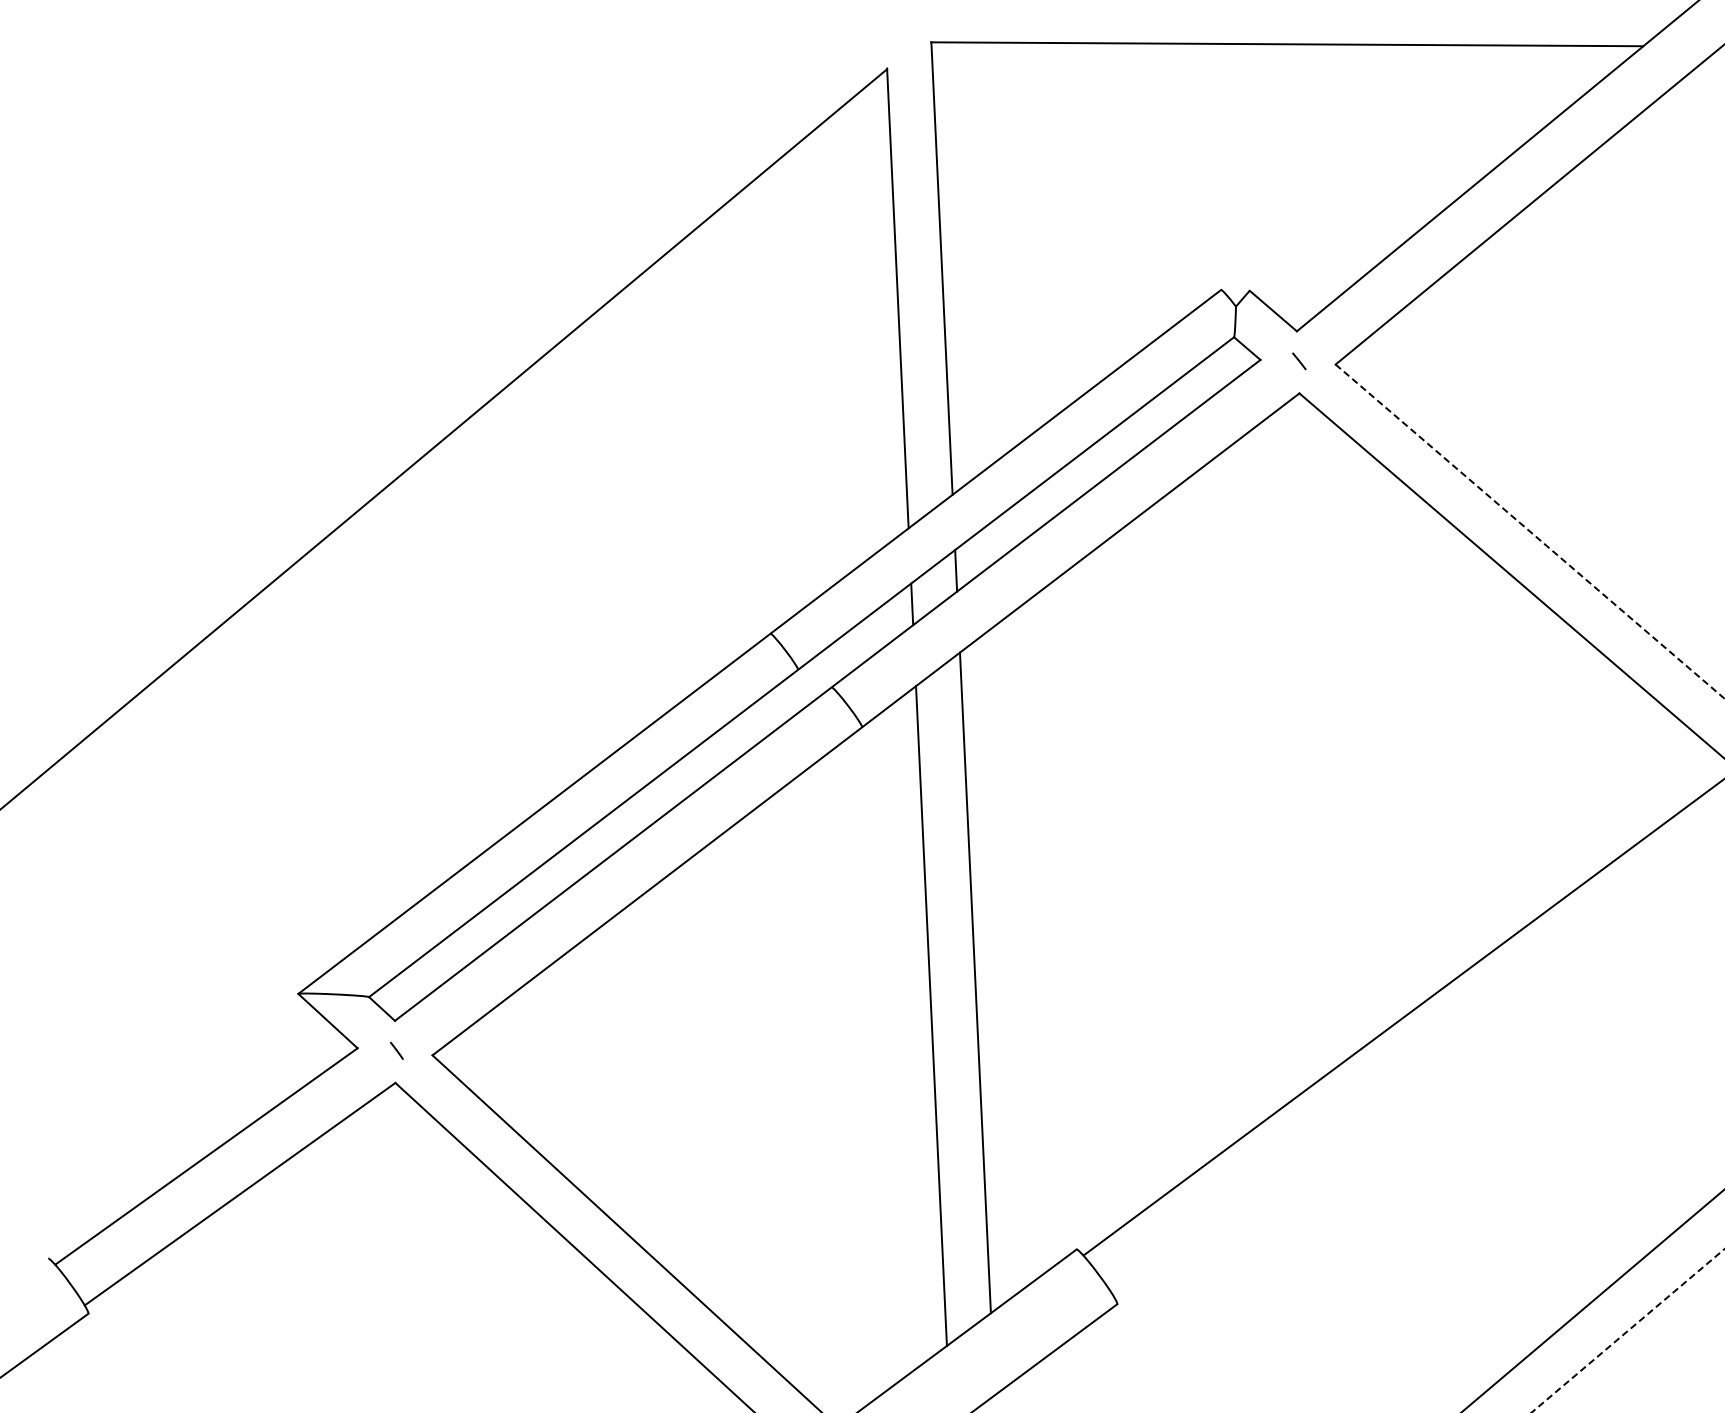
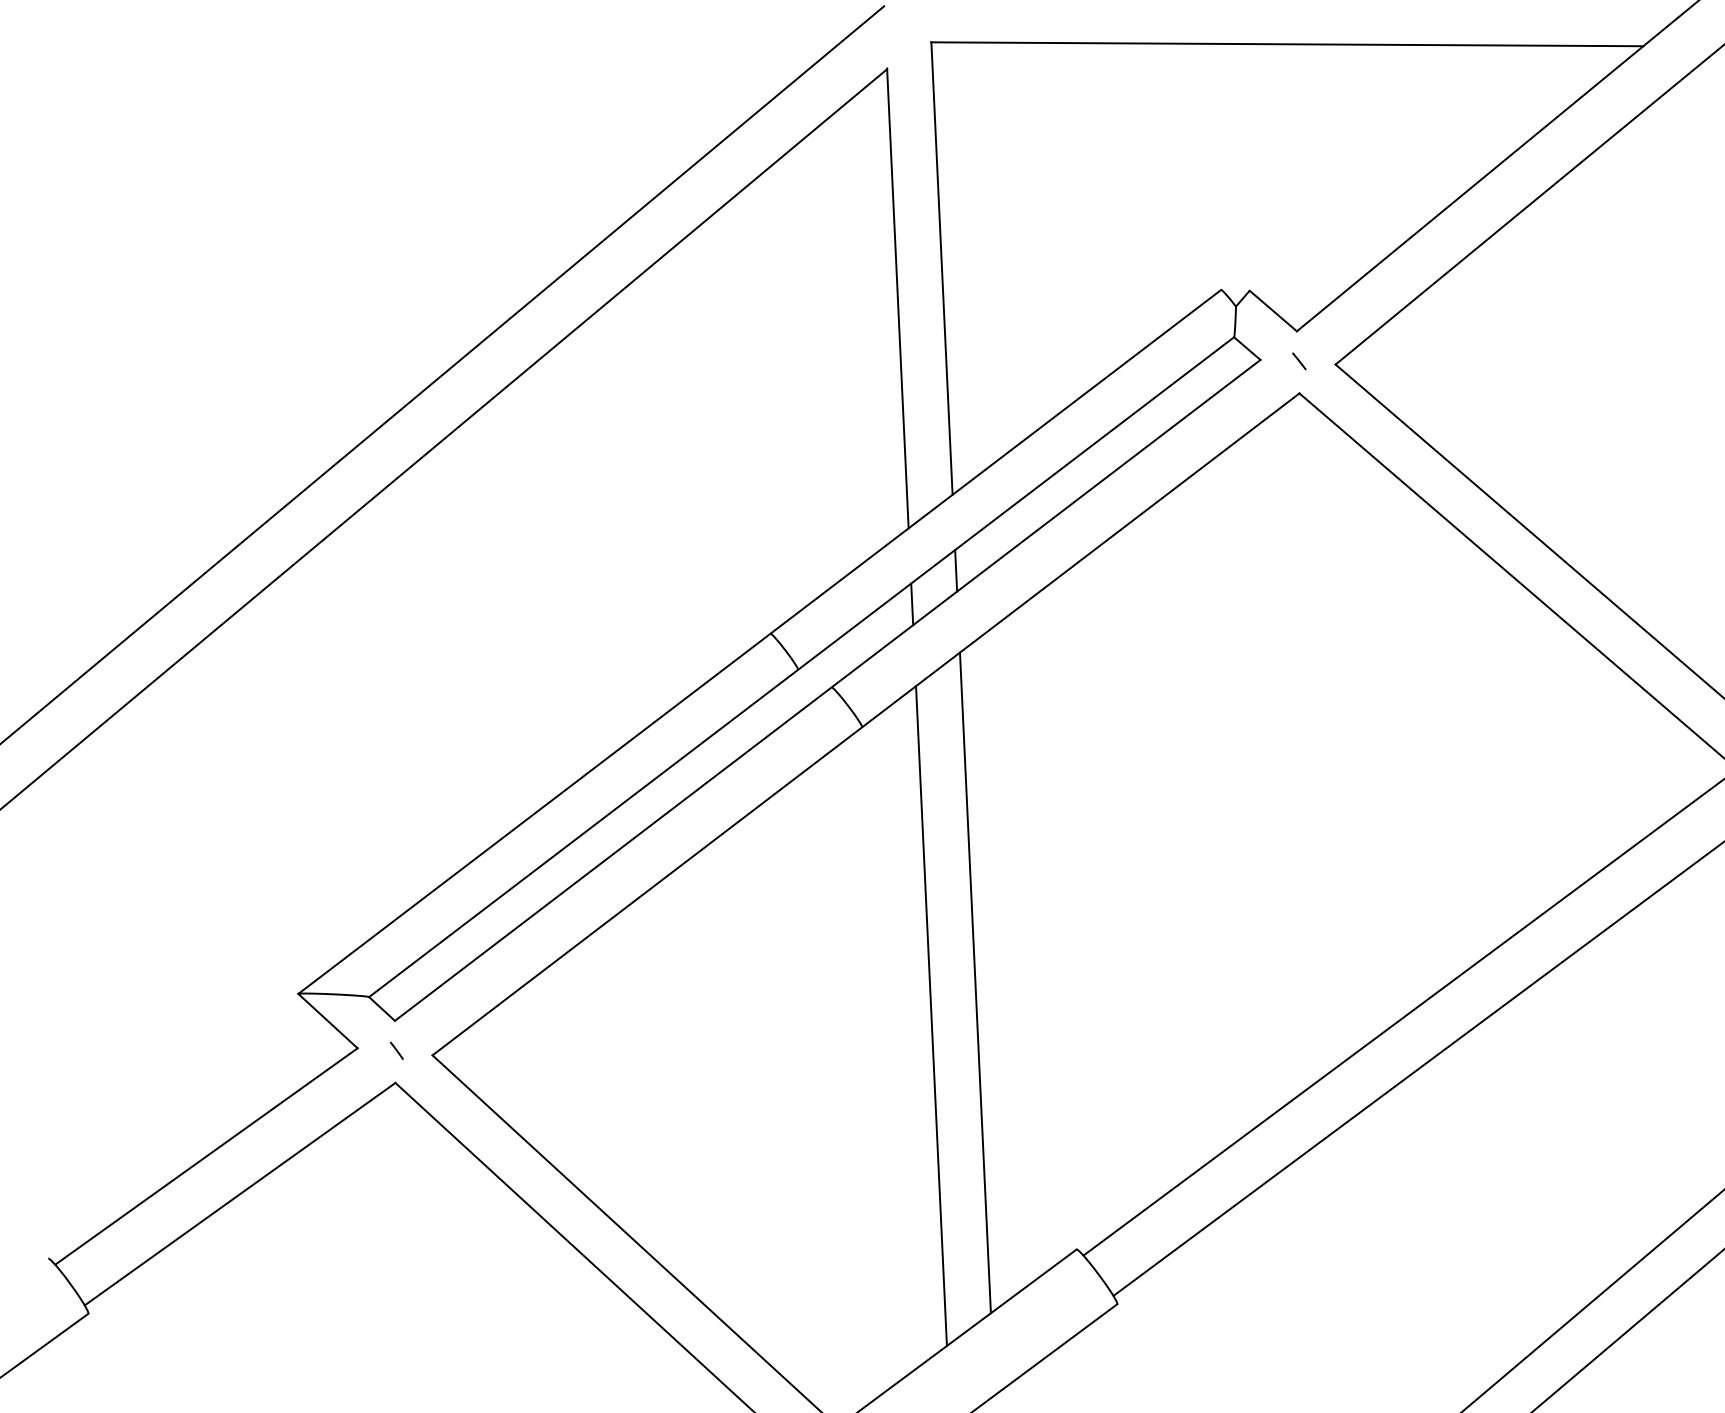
line at (443, 374): none -> present
line at (1530, 531): dashed -> solid
line at (1417, 1069): none -> present
line at (1627, 1331): dashed -> solid
